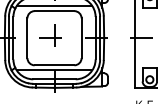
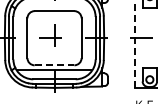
line at (54, 6): present -> none
line at (135, 44): solid -> dashed
line at (54, 65): solid -> dashed
